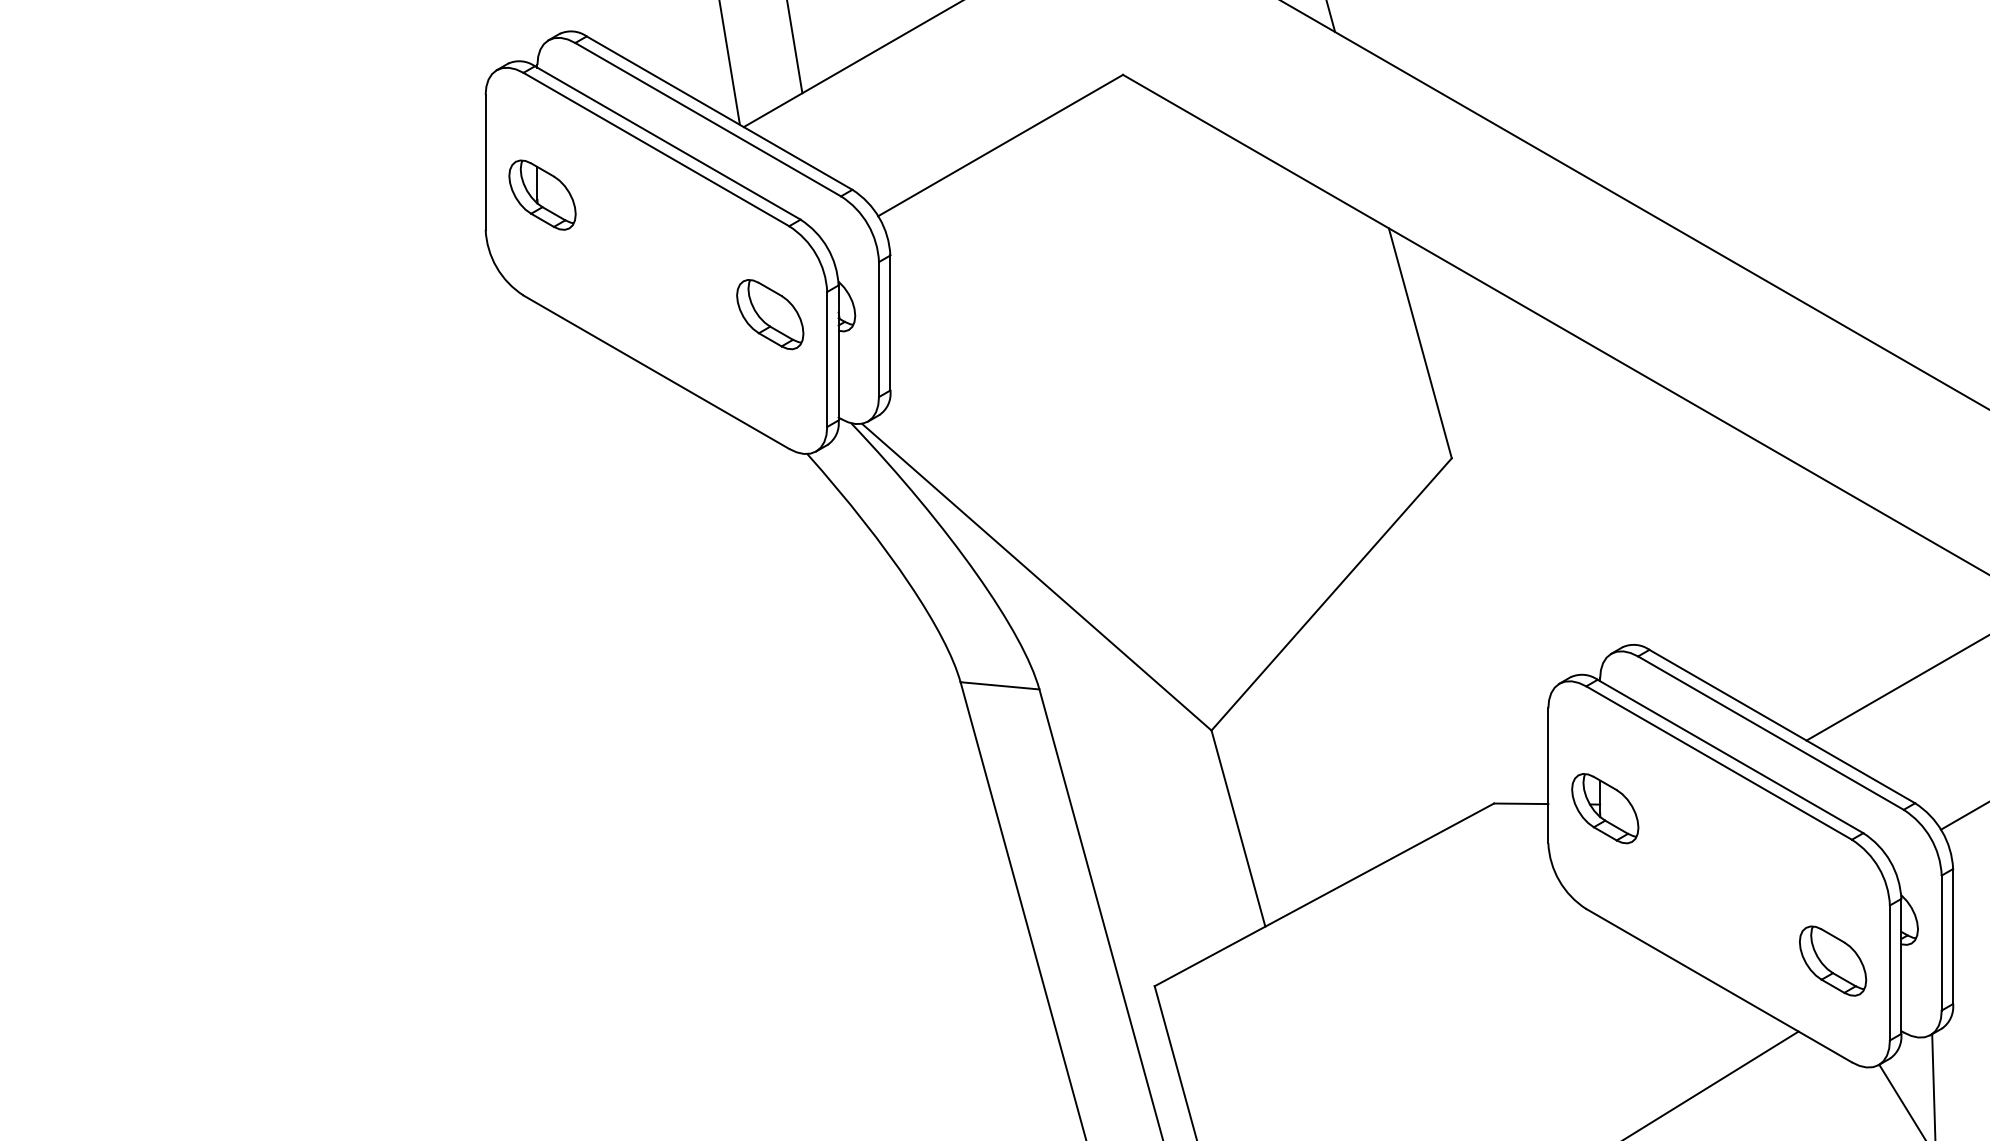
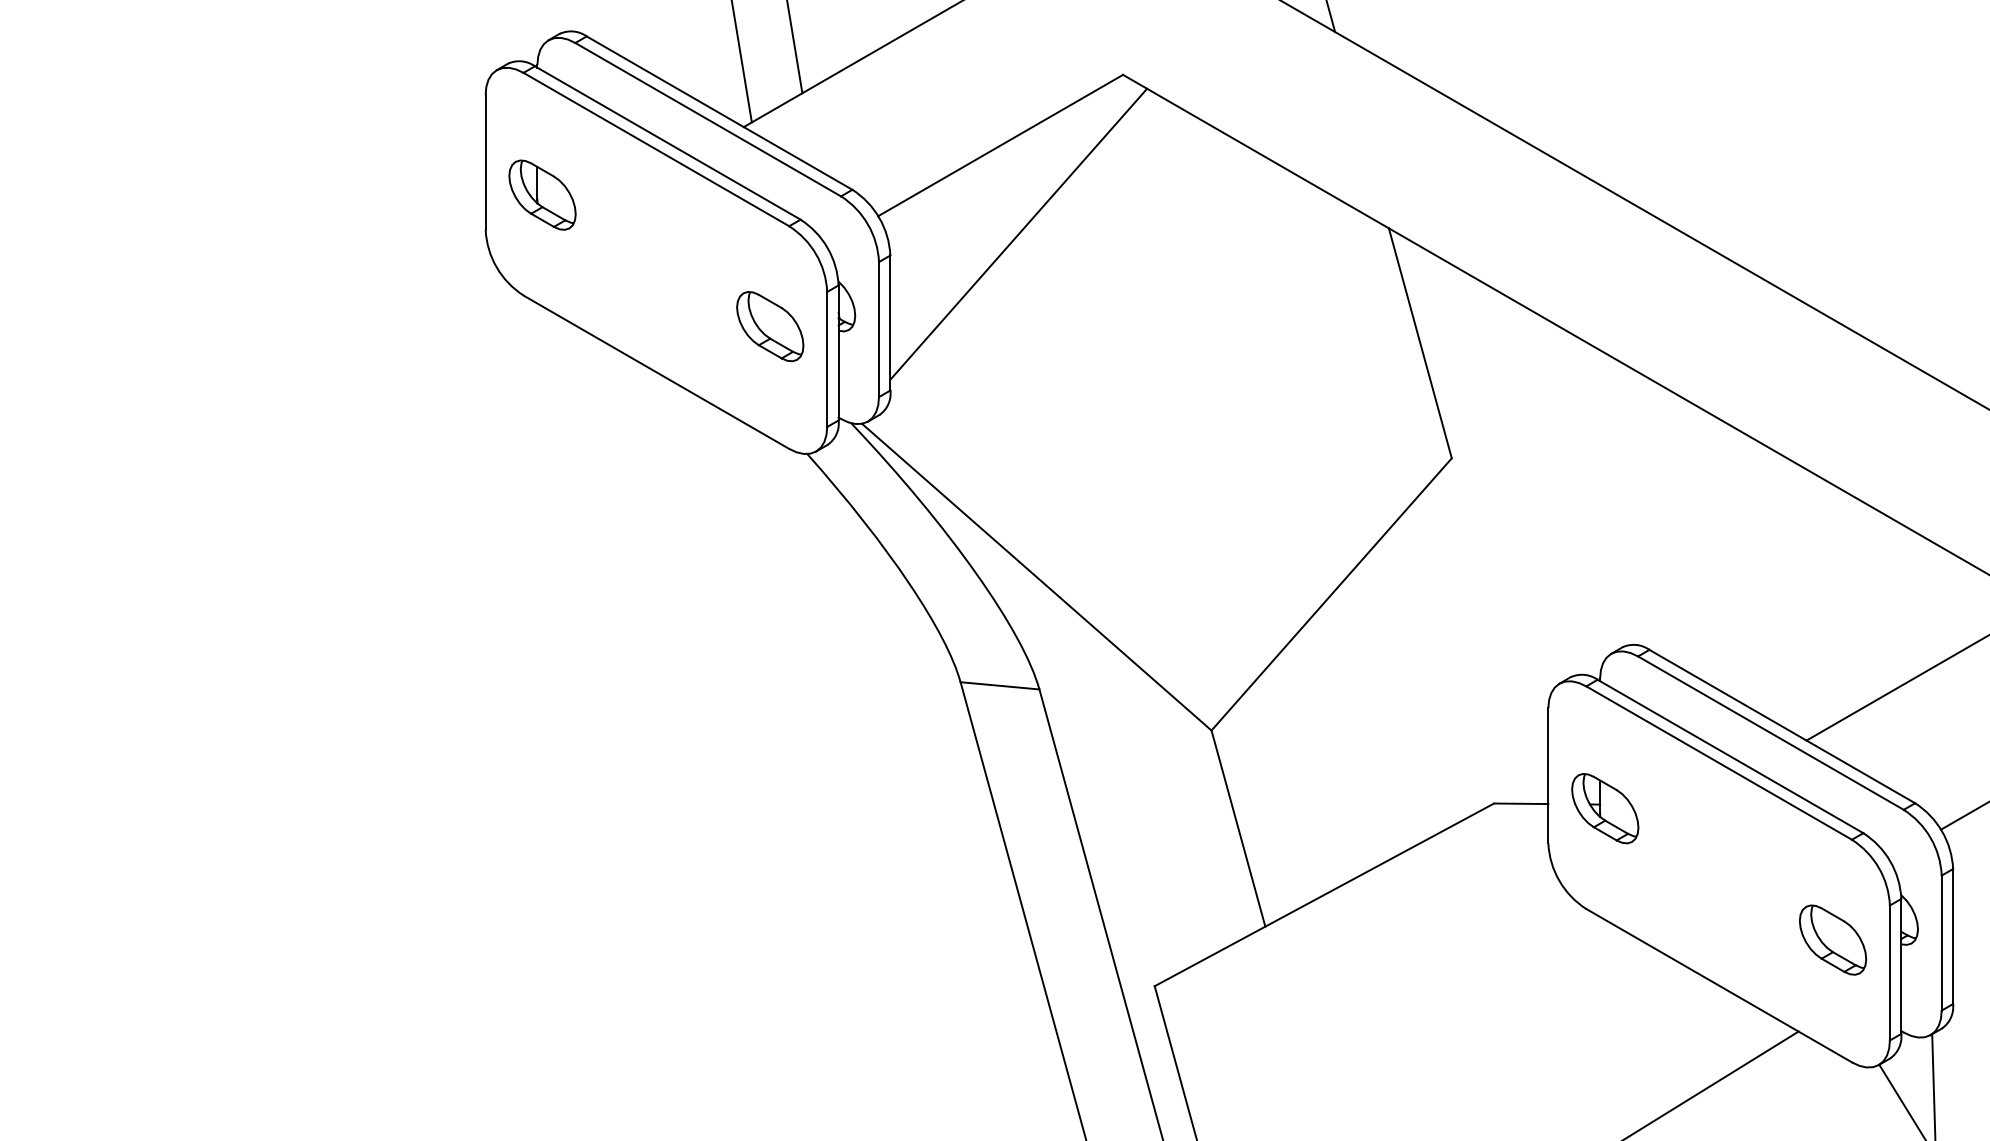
line at (729, 63) position: (729, 63) -> (741, 62)
line at (1018, 233): none -> present
part at (770, 314) position: (770, 314) -> (770, 326)
part at (1833, 960) position: (1833, 960) -> (1833, 939)
